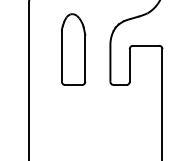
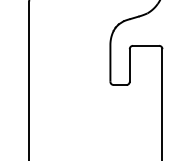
part at (73, 49): present -> none
